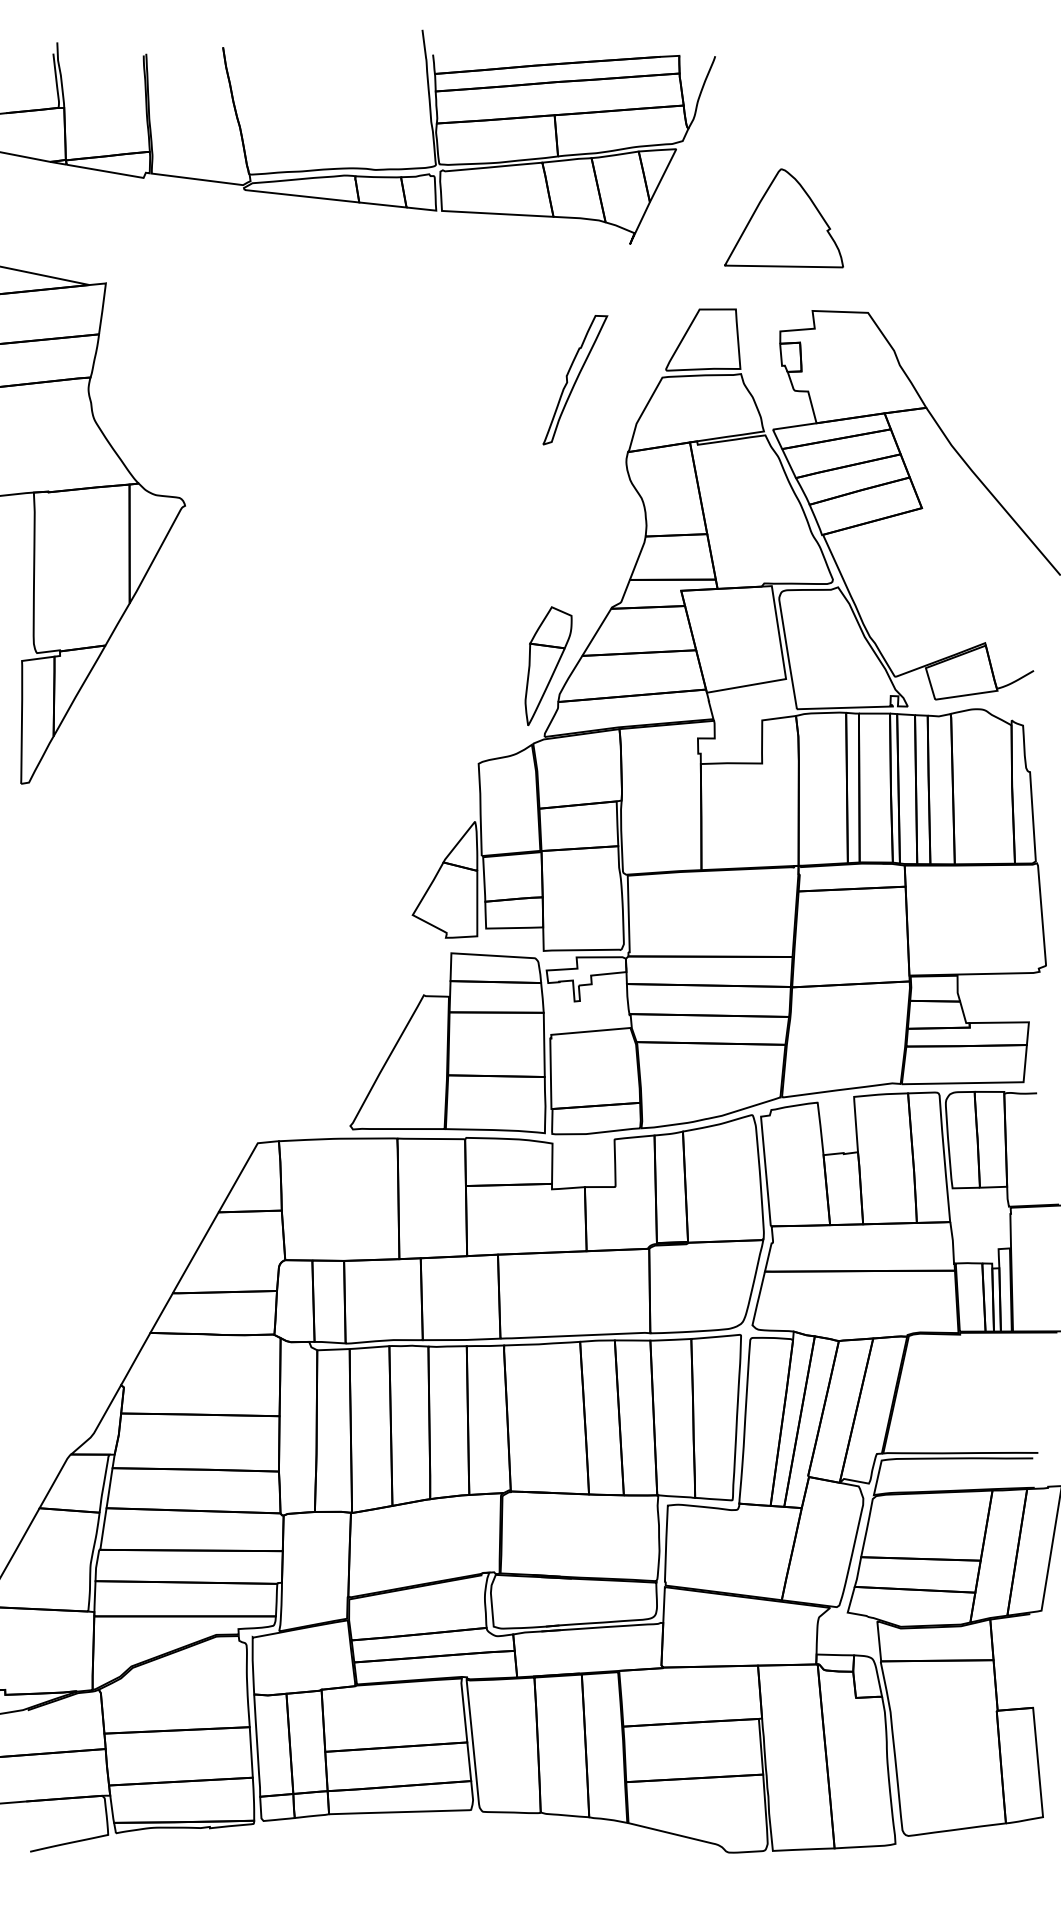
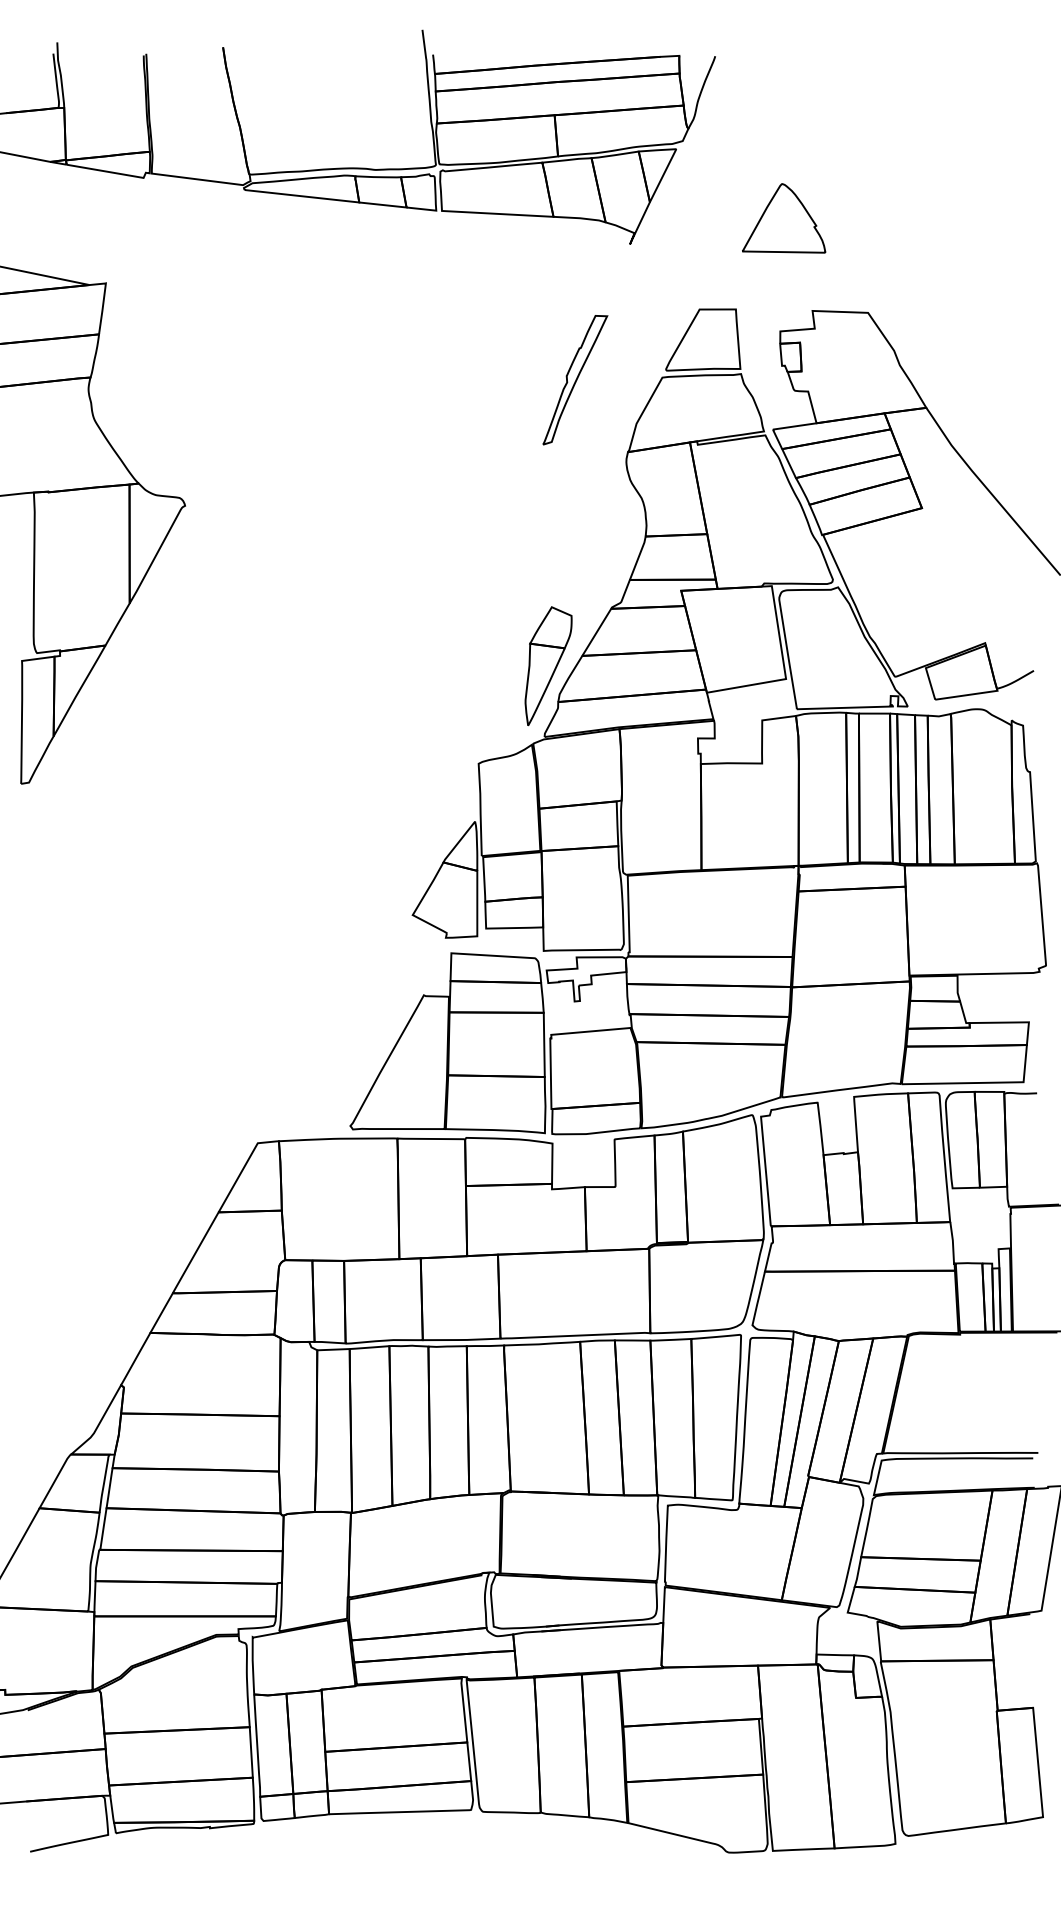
part at (783, 218) size: 120x101 px -> 85x71 px
